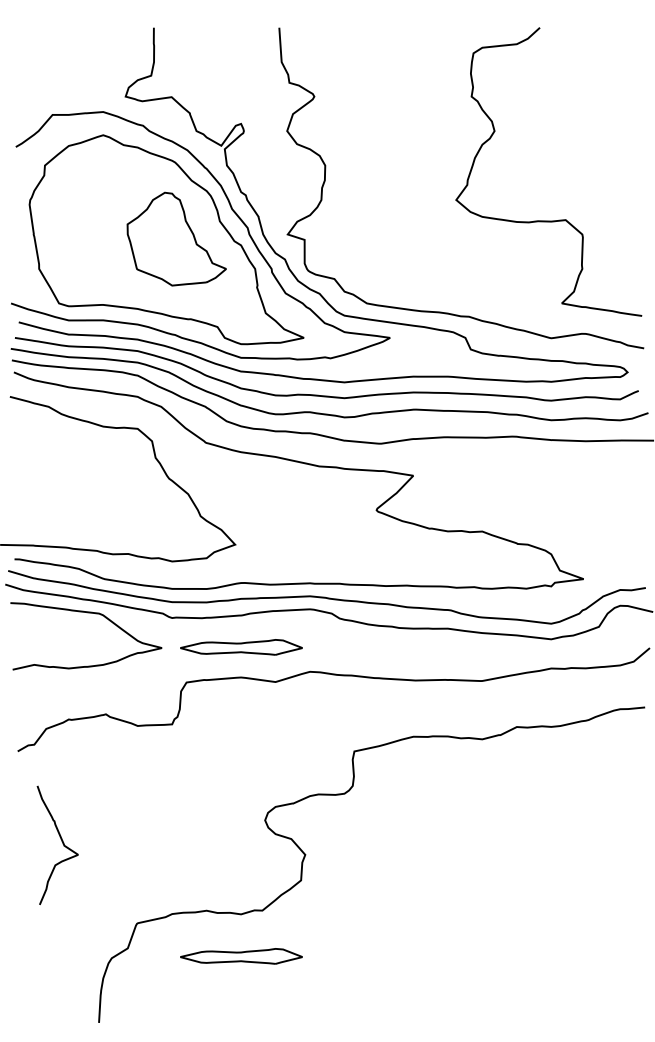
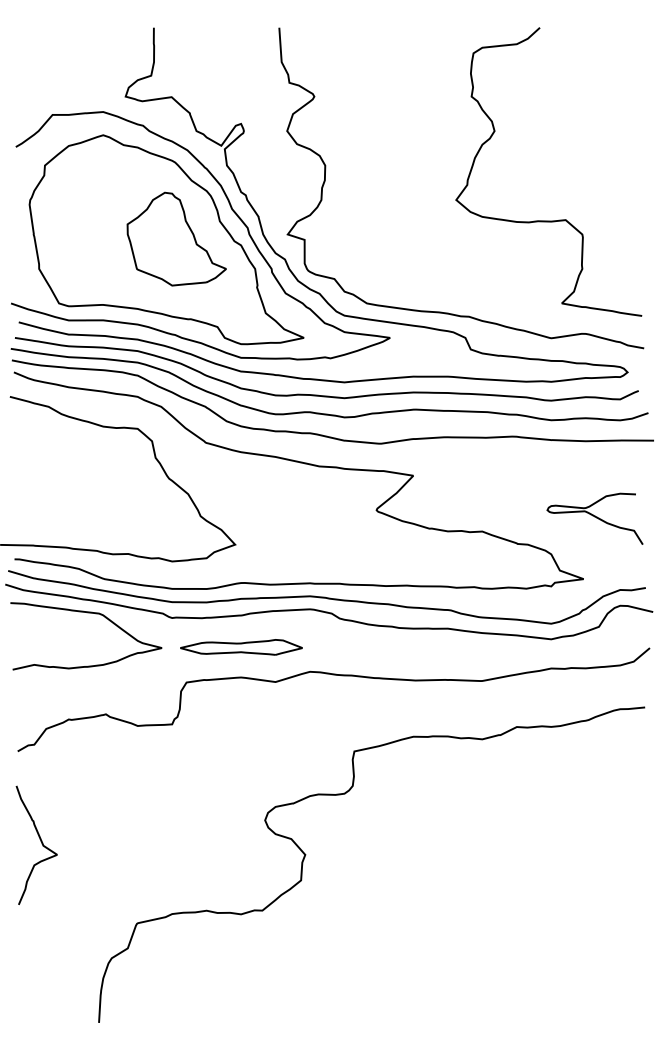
curve at (594, 517): none -> present
curve at (61, 841) position: (61, 841) -> (40, 841)
part at (241, 956): present -> none
